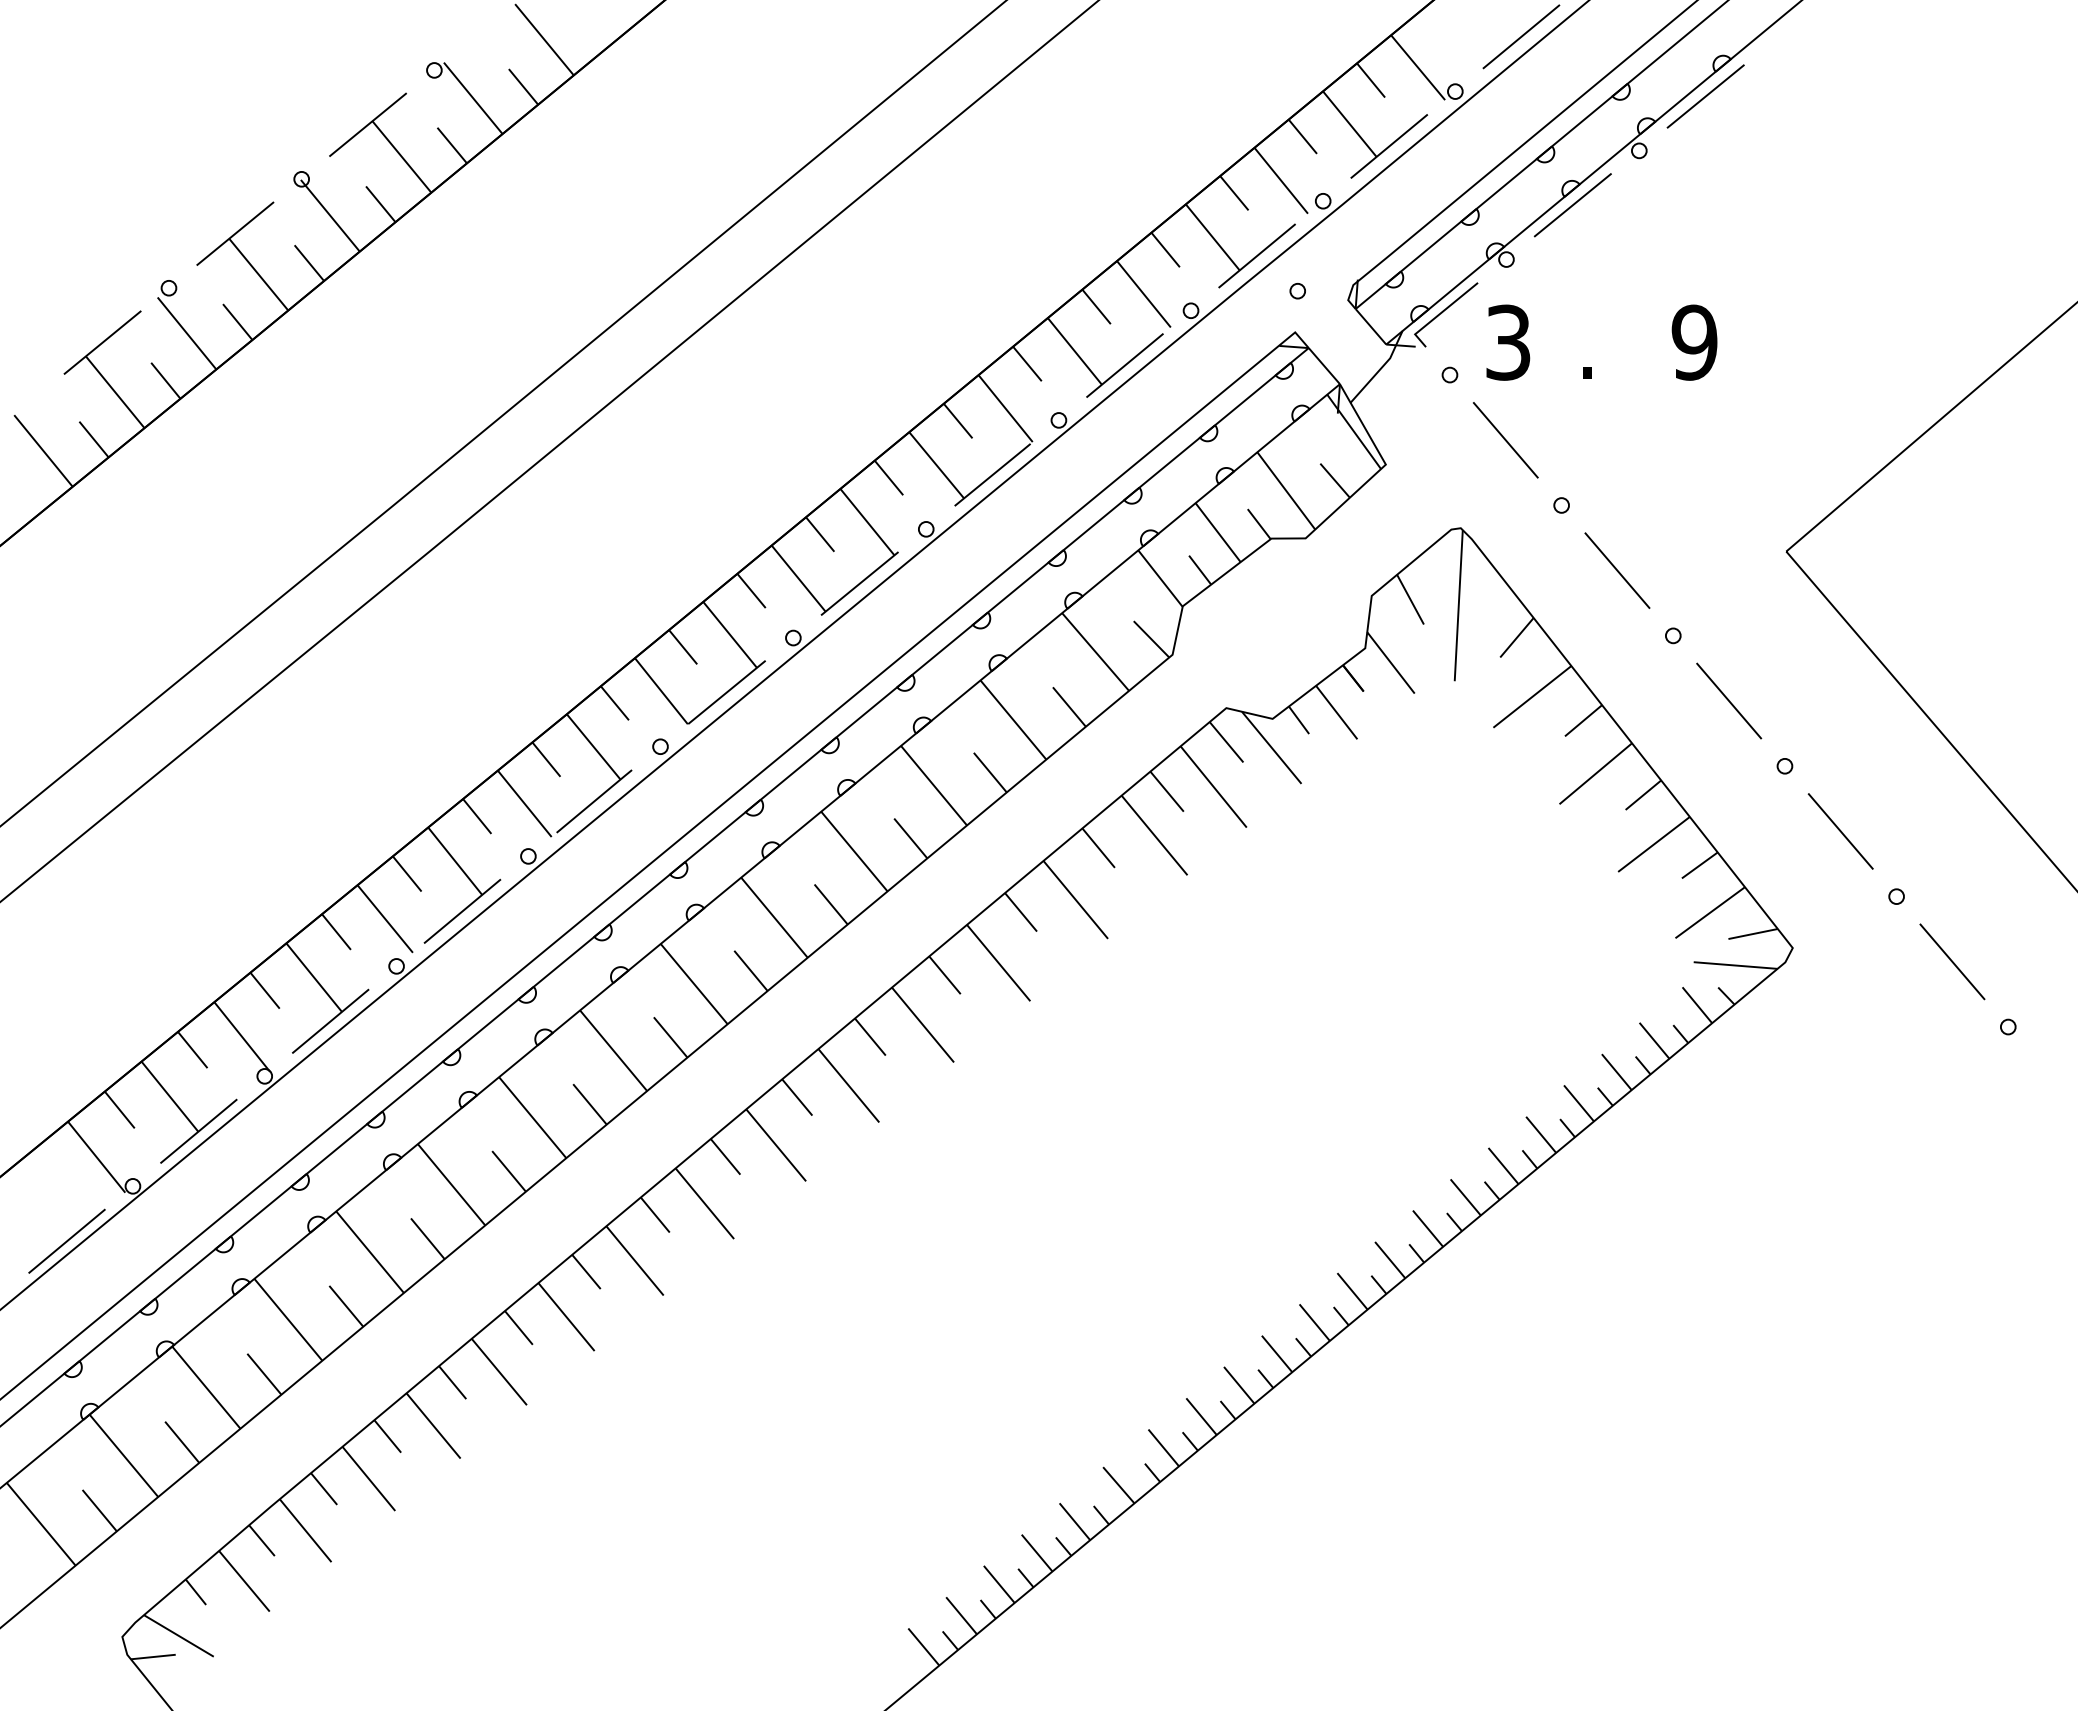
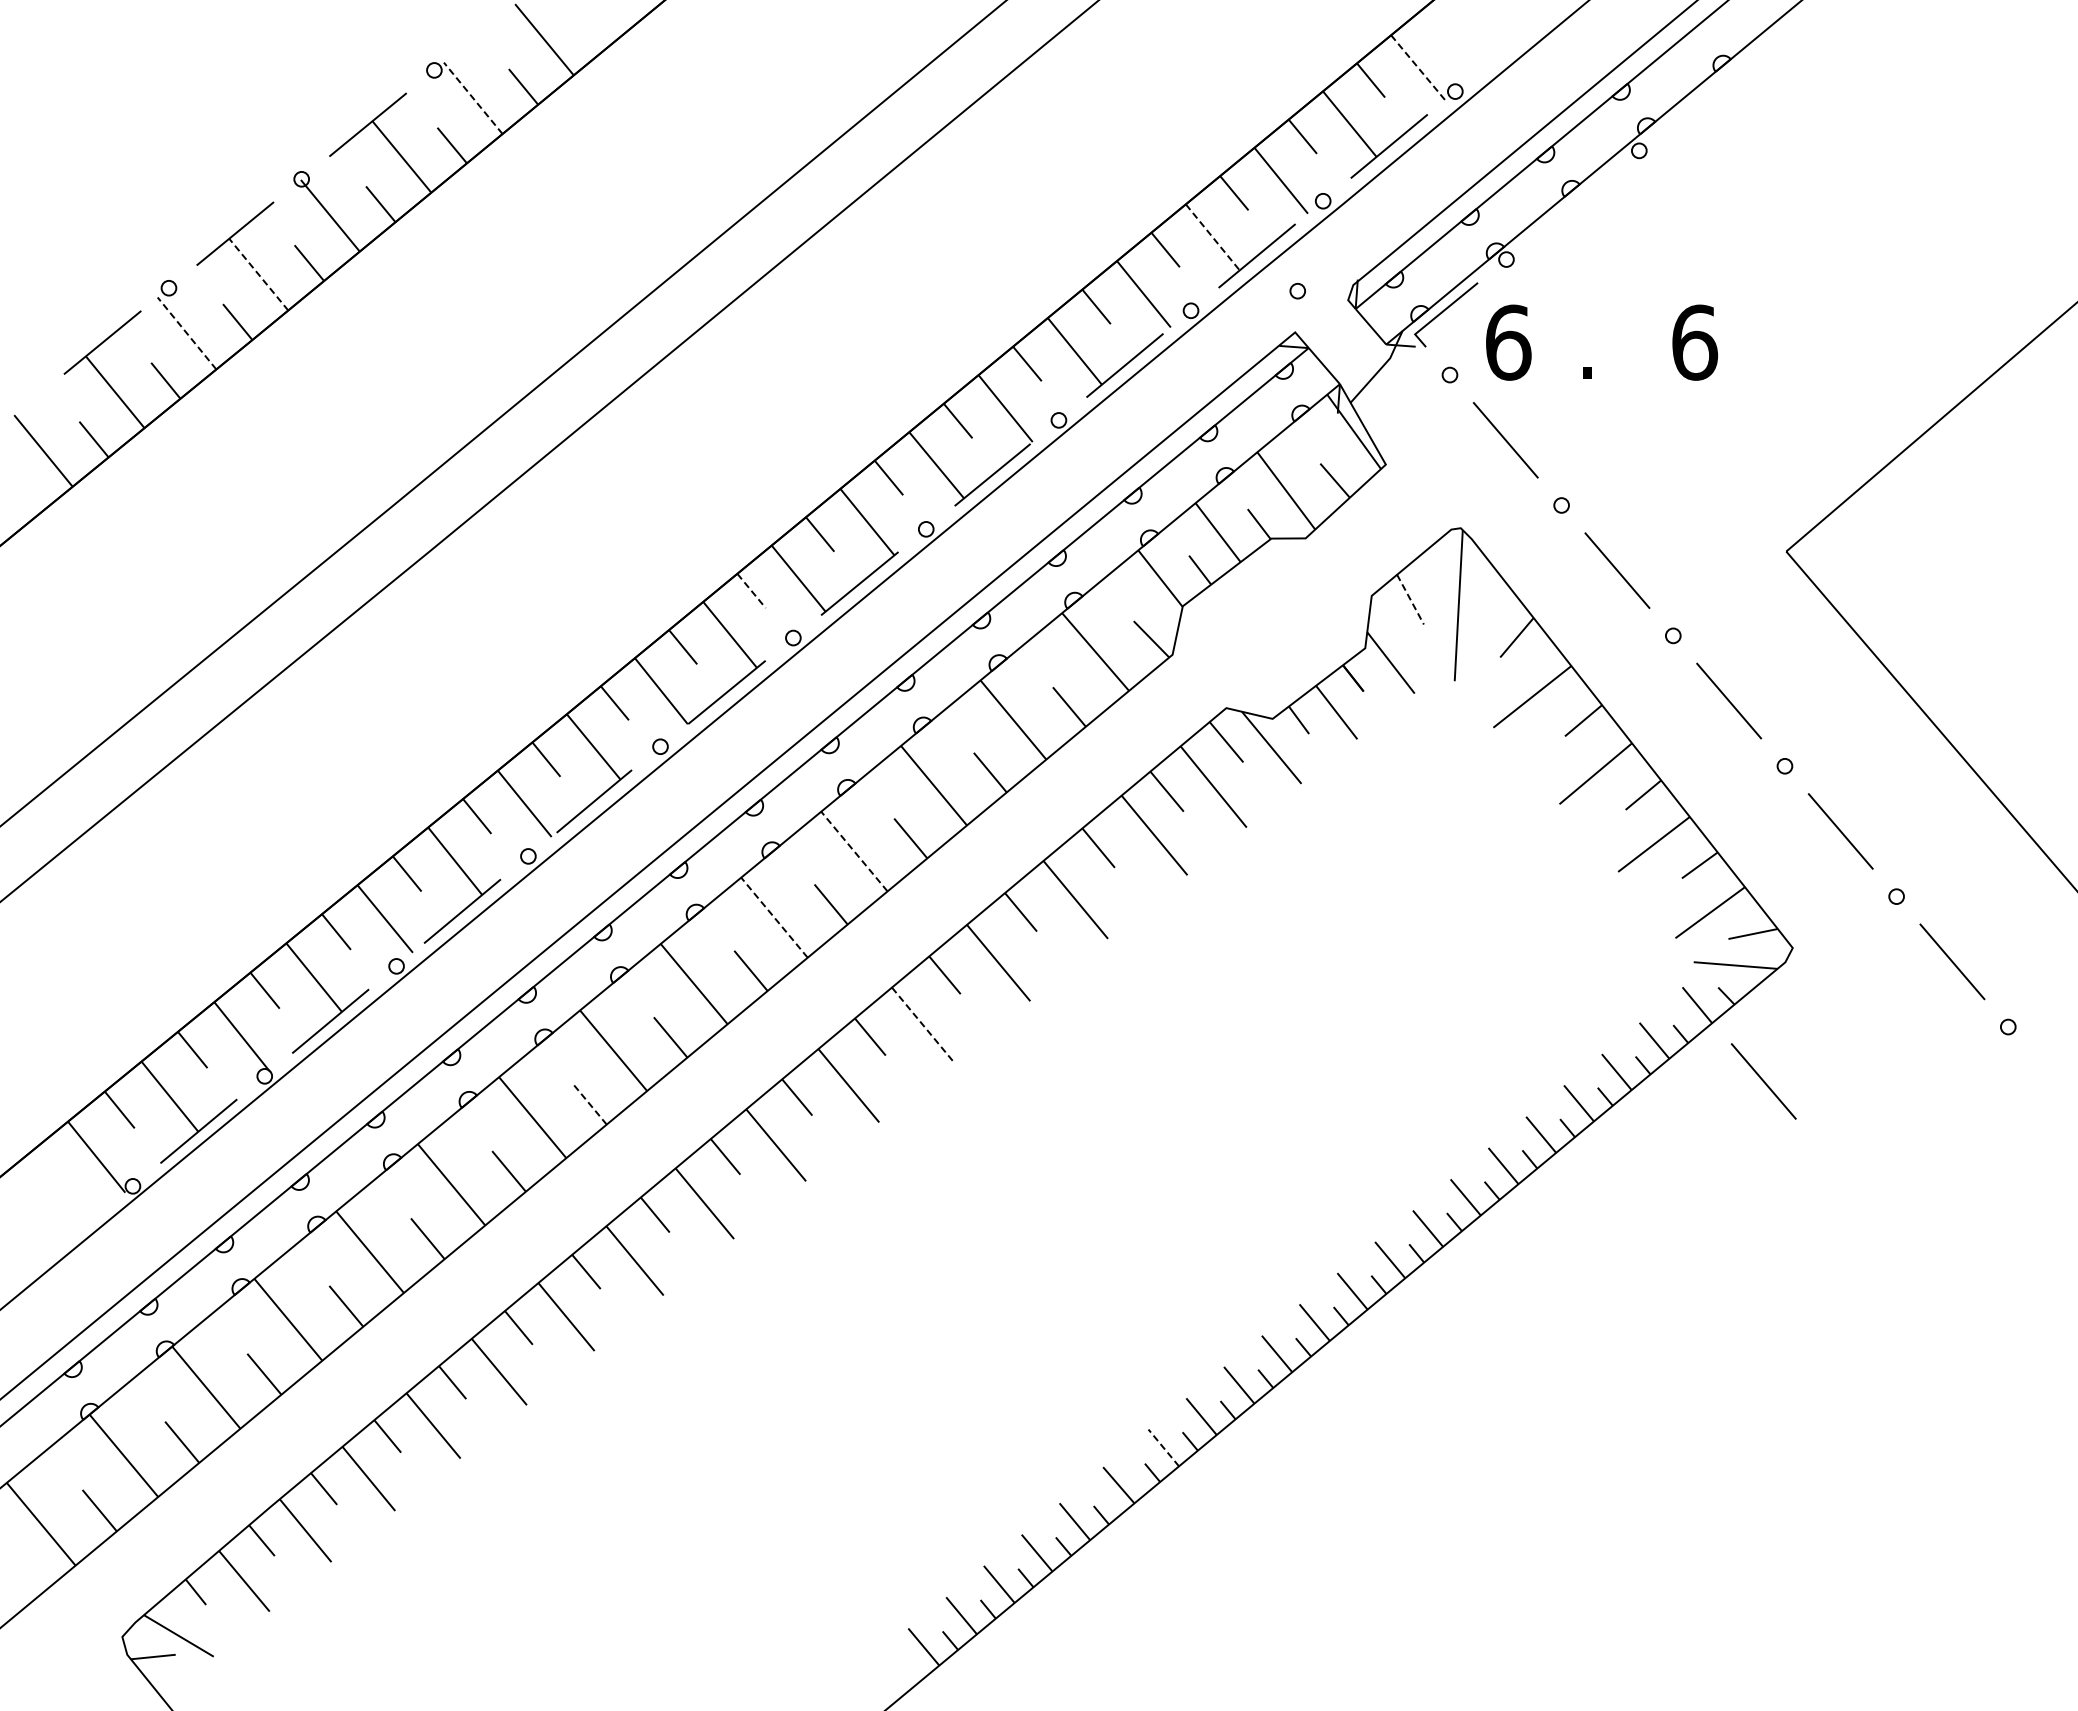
line at (1521, 36): present -> none
line at (1418, 68): solid -> dashed
line at (1705, 96): present -> none
line at (472, 97): solid -> dashed
line at (1572, 205): present -> none
line at (1212, 237): solid -> dashed
line at (258, 274): solid -> dashed
line at (186, 333): solid -> dashed
text at (1508, 342): 3 -> 6
text at (1694, 342): 9 -> 6
line at (751, 591): solid -> dashed
line at (1410, 600): solid -> dashed
line at (854, 851): solid -> dashed
line at (774, 917): solid -> dashed
line at (923, 1025): solid -> dashed
line at (1763, 1081): none -> present
line at (589, 1104): solid -> dashed
line at (66, 1240): present -> none
line at (1163, 1447): solid -> dashed
